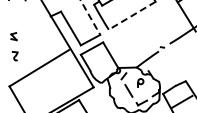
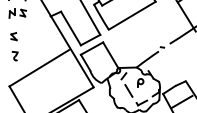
part at (17, 13): none -> present
line at (131, 16): dashed -> solid
line at (90, 17): dashed -> solid
